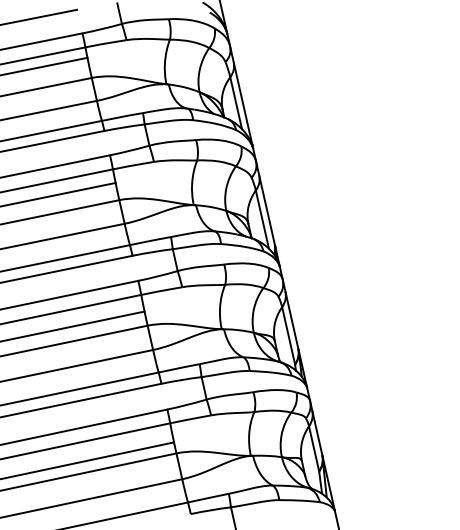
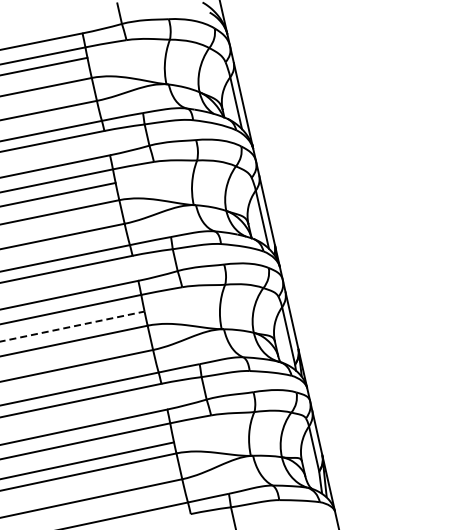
line at (39, 16): present -> none
line at (73, 326): solid -> dashed
